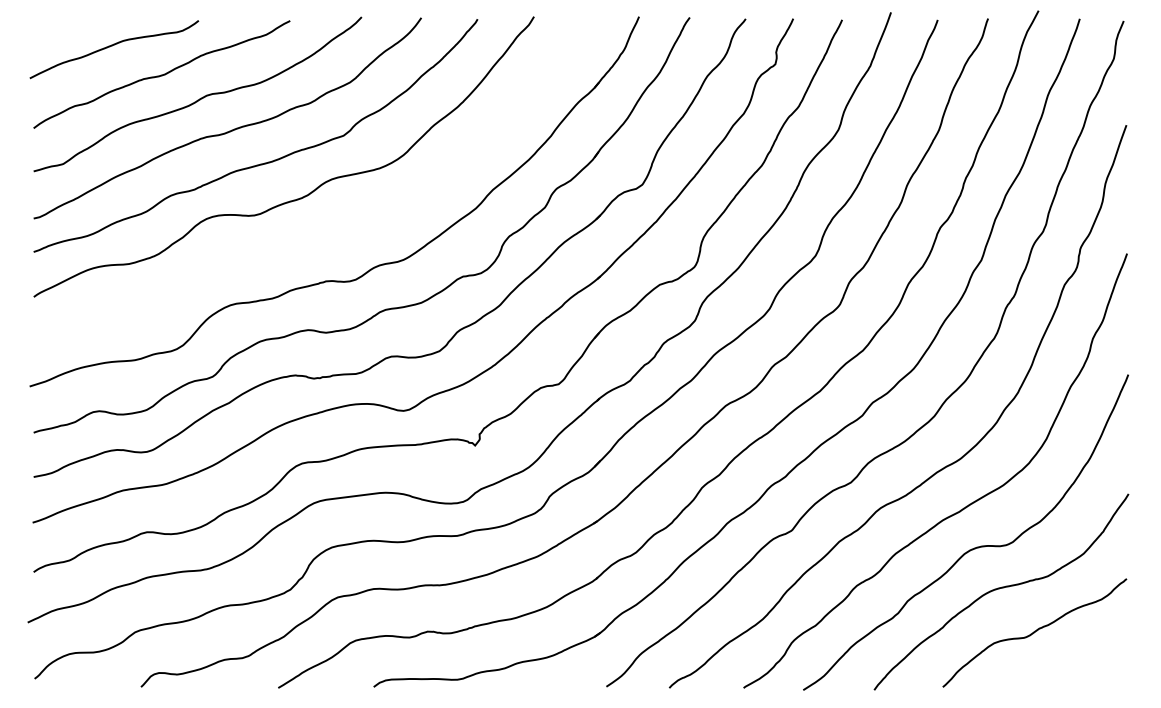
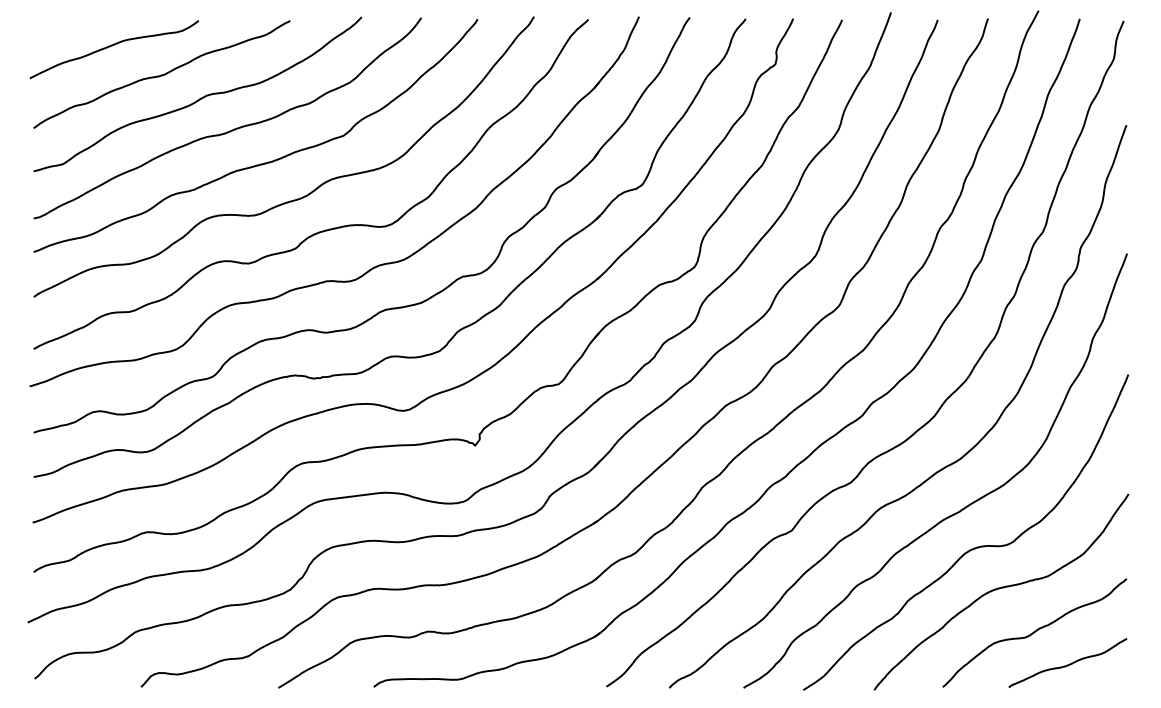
curve at (321, 230): none -> present
curve at (1067, 664): none -> present
